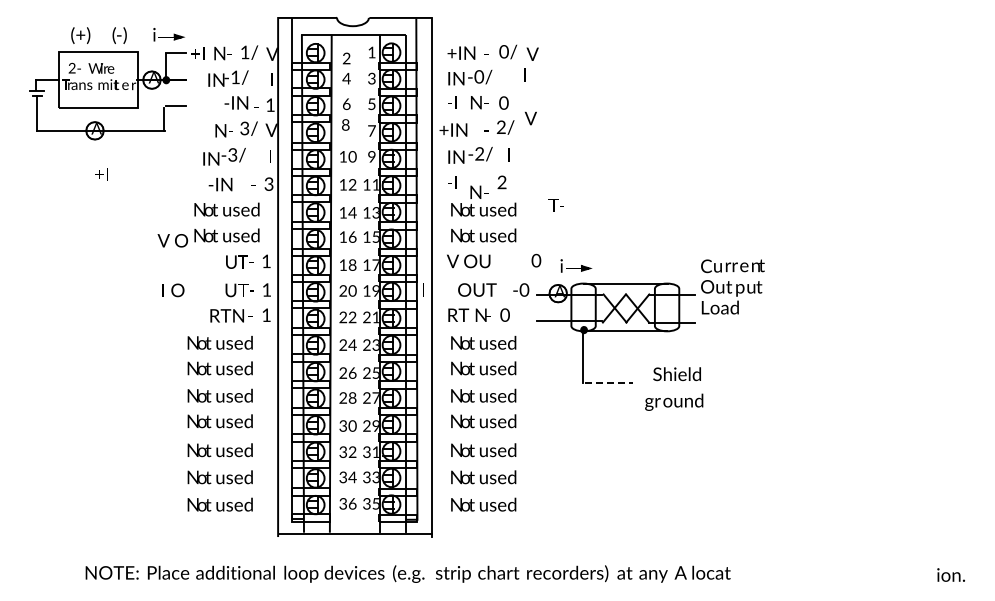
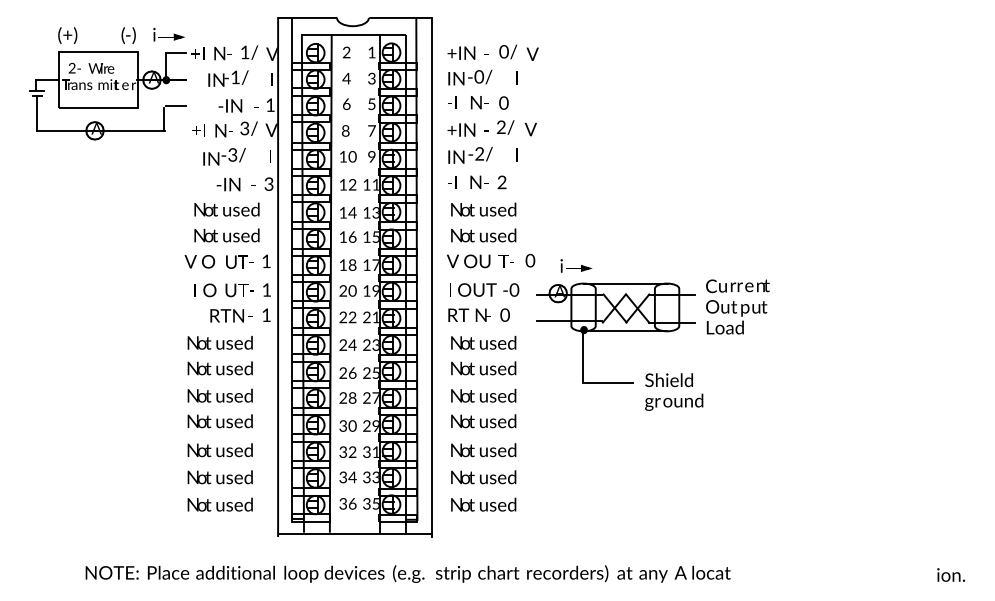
text at (80, 35) position: (80, 35) -> (67, 35)
text at (119, 35) position: (119, 35) -> (128, 35)
text at (346, 58) position: (346, 58) -> (346, 52)
text at (524, 74) position: (524, 74) -> (516, 77)
text at (236, 102) position: (236, 102) -> (230, 105)
text at (530, 118) position: (530, 118) -> (530, 129)
text at (345, 124) position: (345, 124) -> (345, 130)
text at (453, 129) position: (453, 129) -> (461, 129)
text at (508, 154) position: (508, 154) -> (516, 154)
text at (101, 174) position: (101, 174) -> (198, 130)
text at (220, 184) position: (220, 184) -> (228, 184)
text at (479, 191) position: (479, 191) -> (479, 181)
text at (555, 205) position: (555, 205) -> (505, 261)
text at (172, 240) position: (172, 240) -> (199, 261)
text at (536, 260) position: (536, 260) -> (530, 260)
text at (732, 286) position: (732, 286) -> (737, 306)
text at (423, 289) position: (423, 289) -> (450, 289)
text at (521, 289) position: (521, 289) -> (511, 289)
text at (173, 290) position: (173, 290) -> (205, 290)
text at (676, 374) position: (676, 374) -> (668, 380)
line at (609, 382): dashed -> solid
